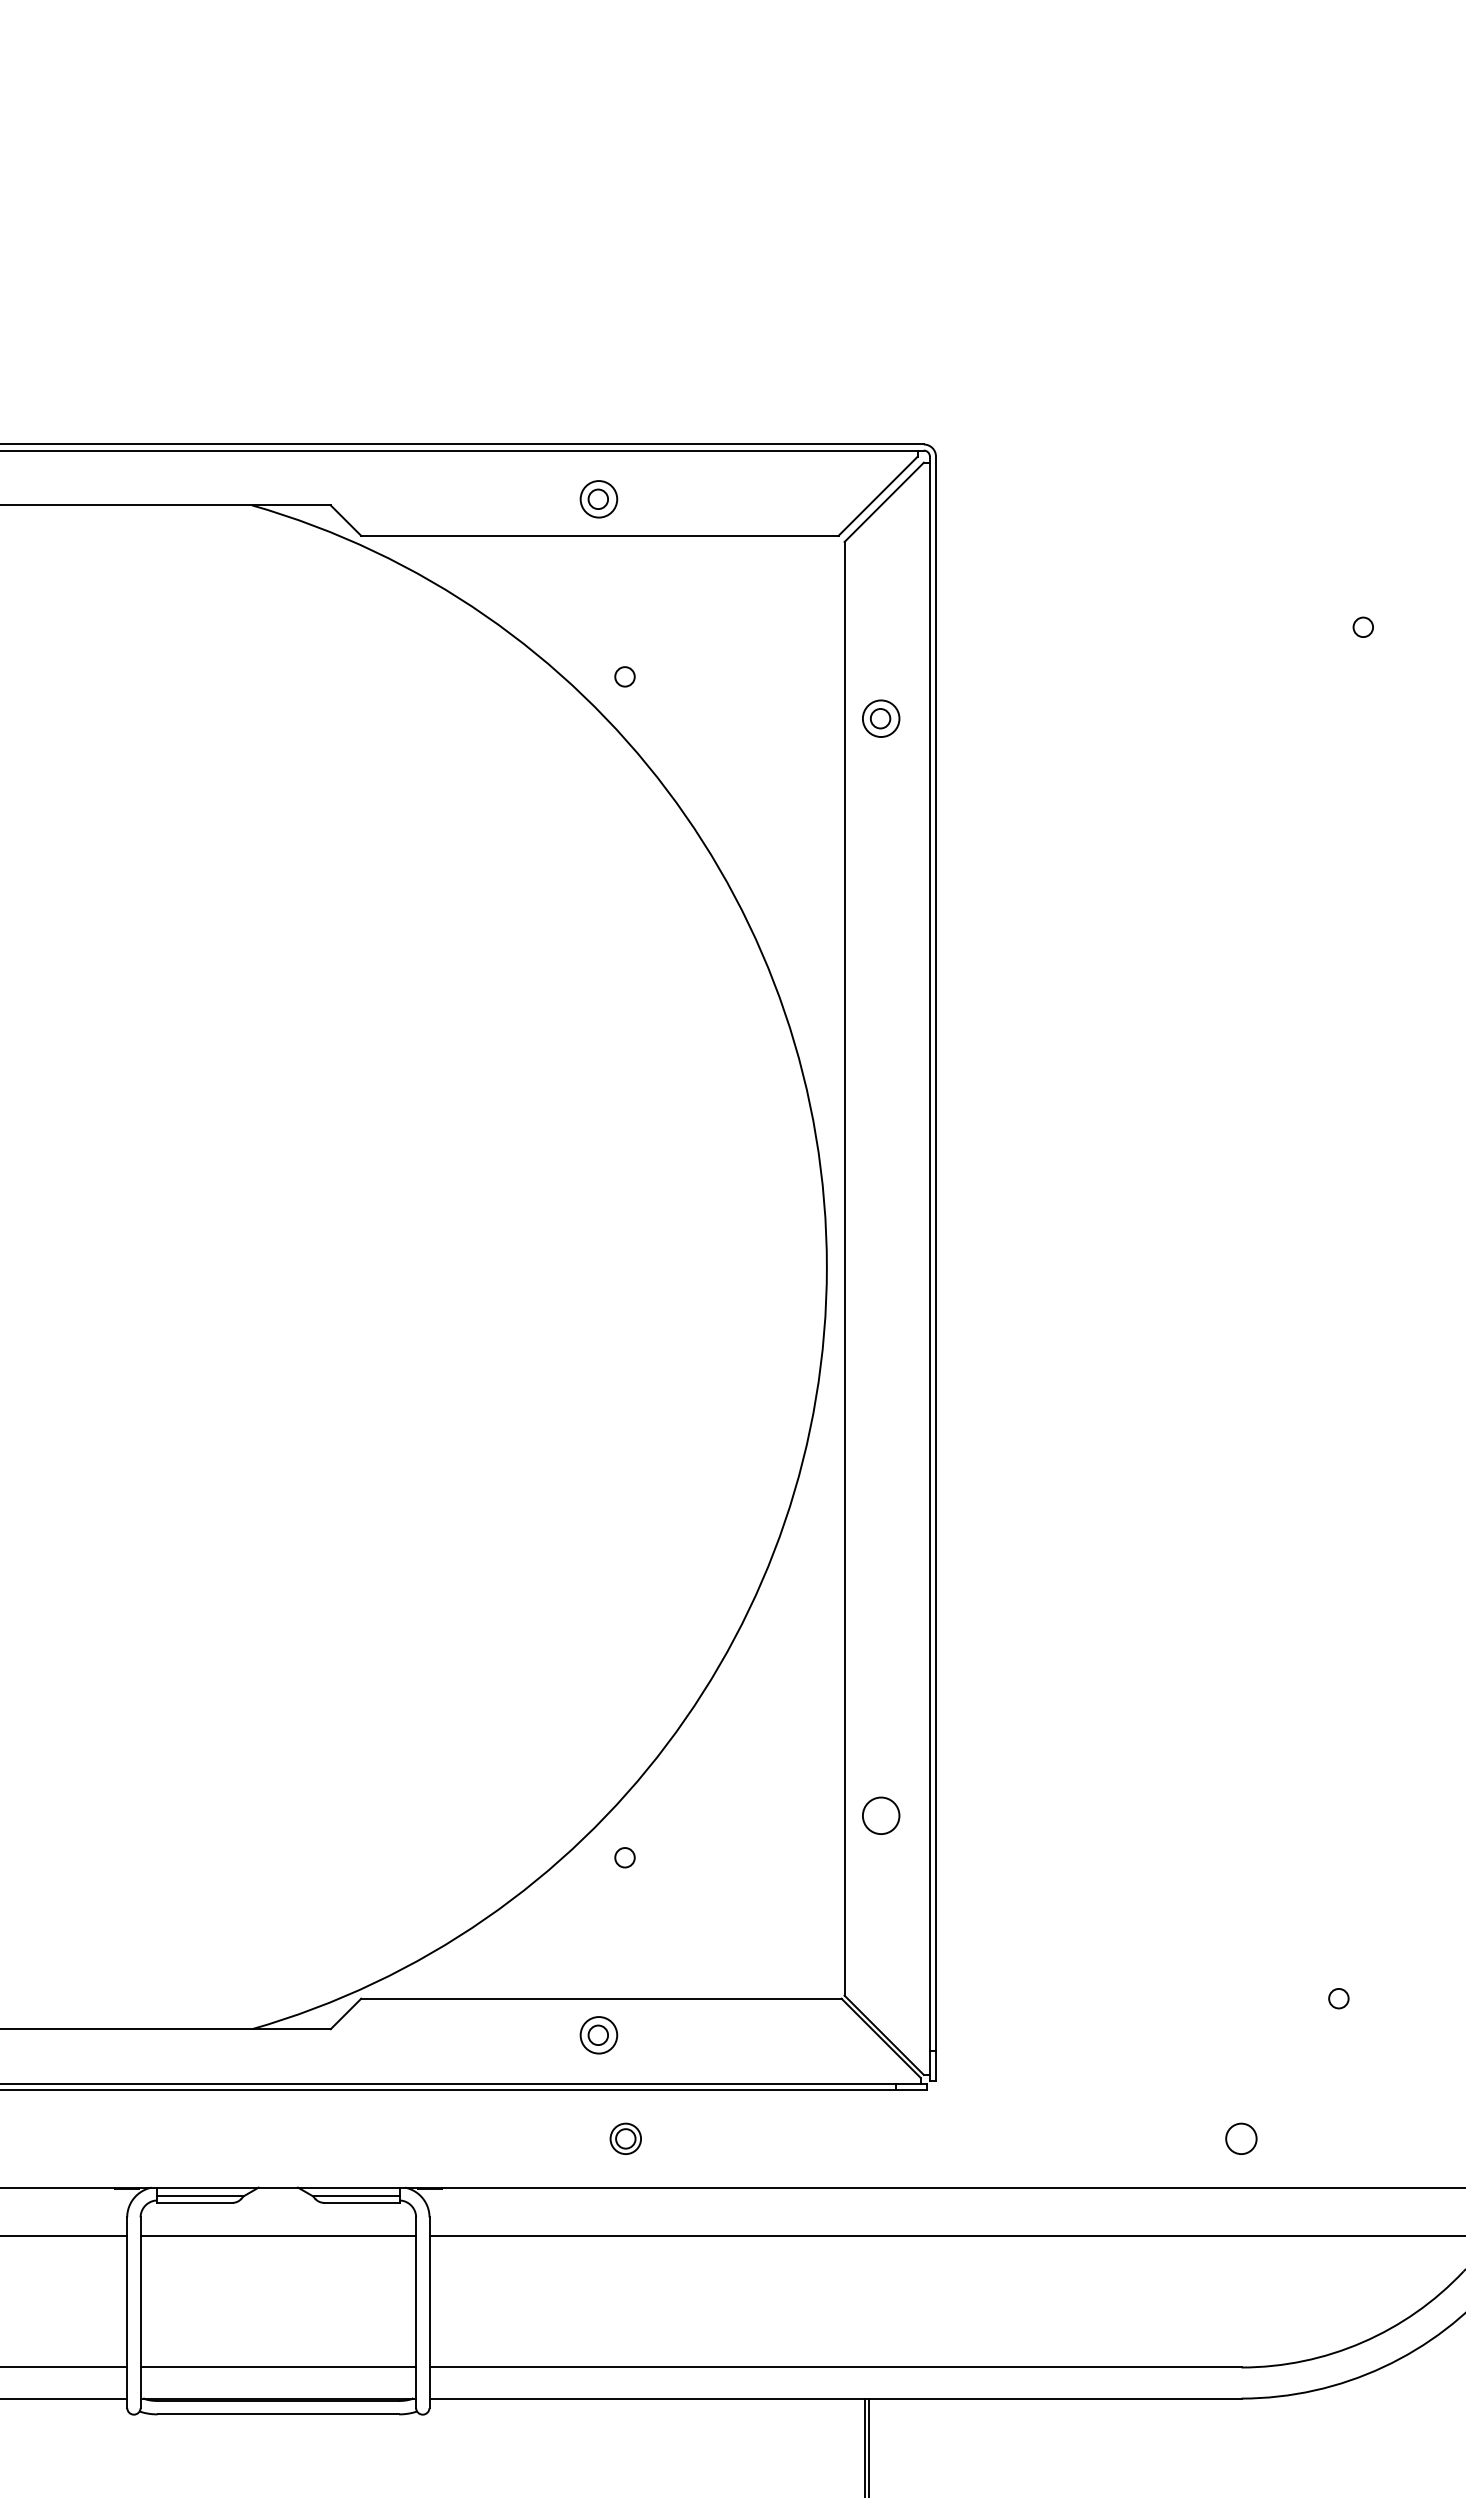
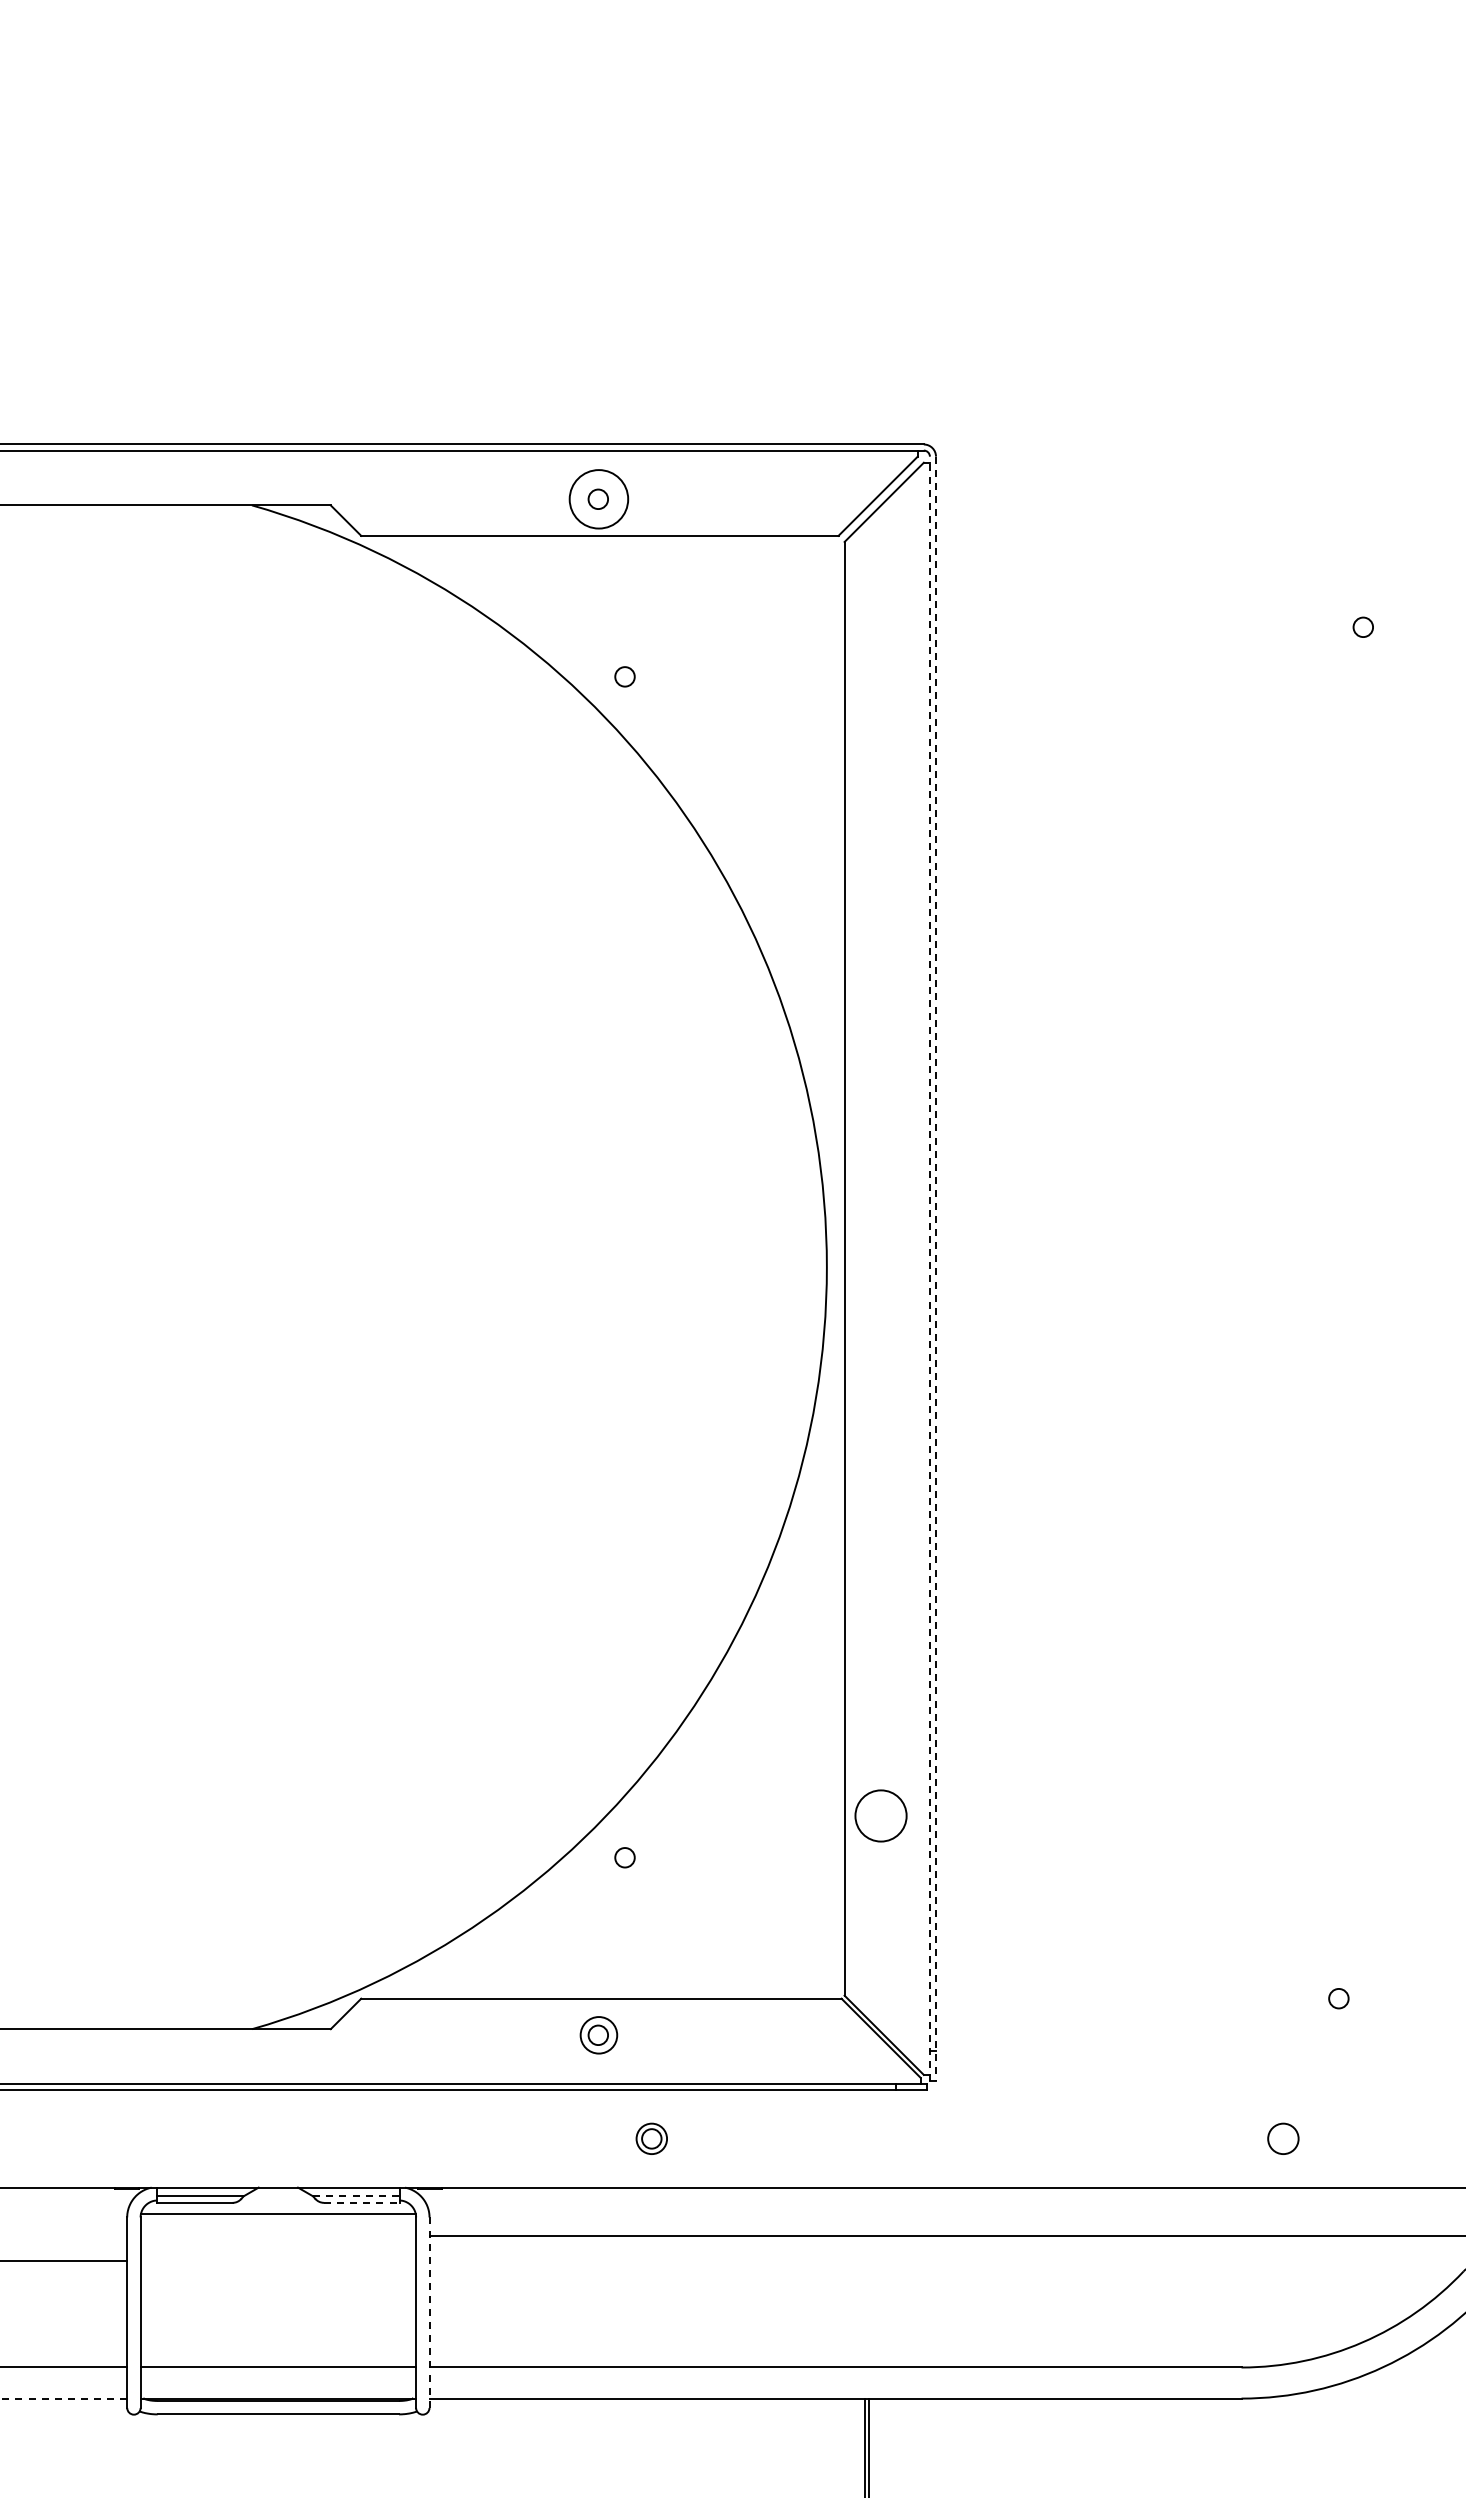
circle at (598, 499) diameter: 37 px -> 58 px
part at (881, 718): present -> none
line at (929, 1268): solid -> dashed
line at (936, 1269): solid -> dashed
circle at (881, 1815) size: 39x39 px -> 54x54 px
part at (625, 2138) position: (625, 2138) -> (651, 2138)
circle at (1241, 2138) position: (1241, 2138) -> (1283, 2138)
line at (356, 2196): solid -> dashed
line at (361, 2202): solid -> dashed
line at (64, 2236) position: (64, 2236) -> (64, 2261)
line at (278, 2236) position: (278, 2236) -> (278, 2214)
line at (429, 2313): solid -> dashed
line at (63, 2398): solid -> dashed
